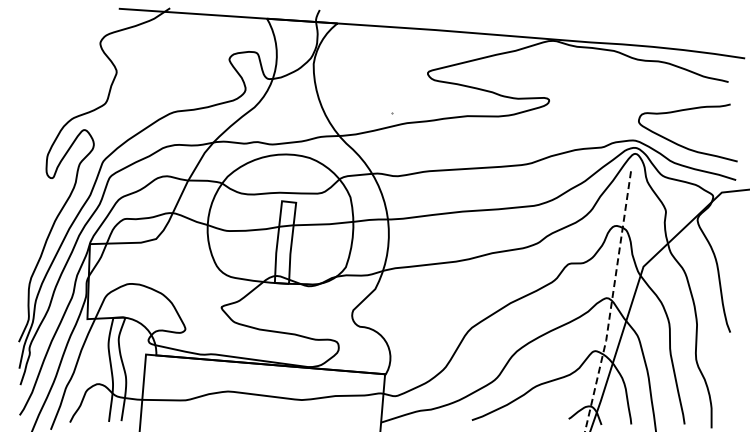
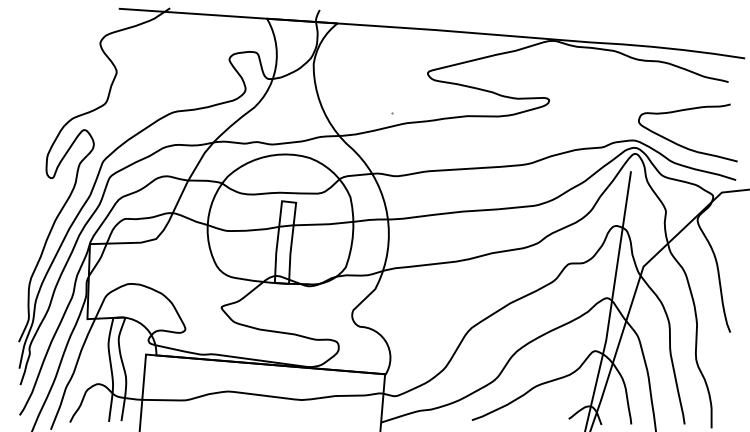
line at (611, 303): dashed -> solid
